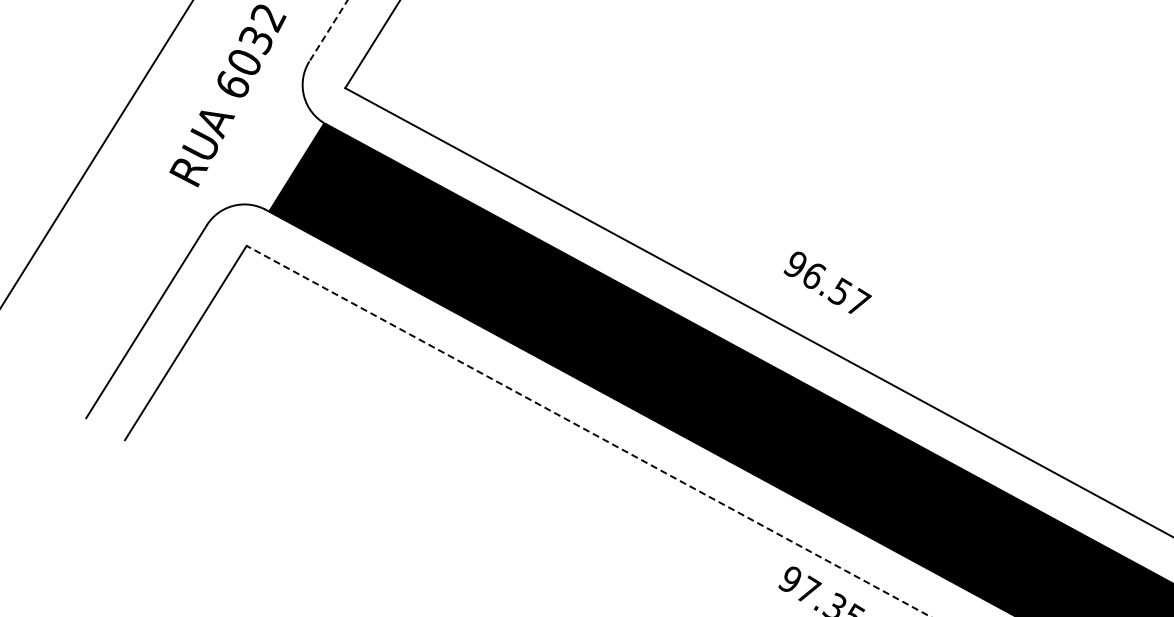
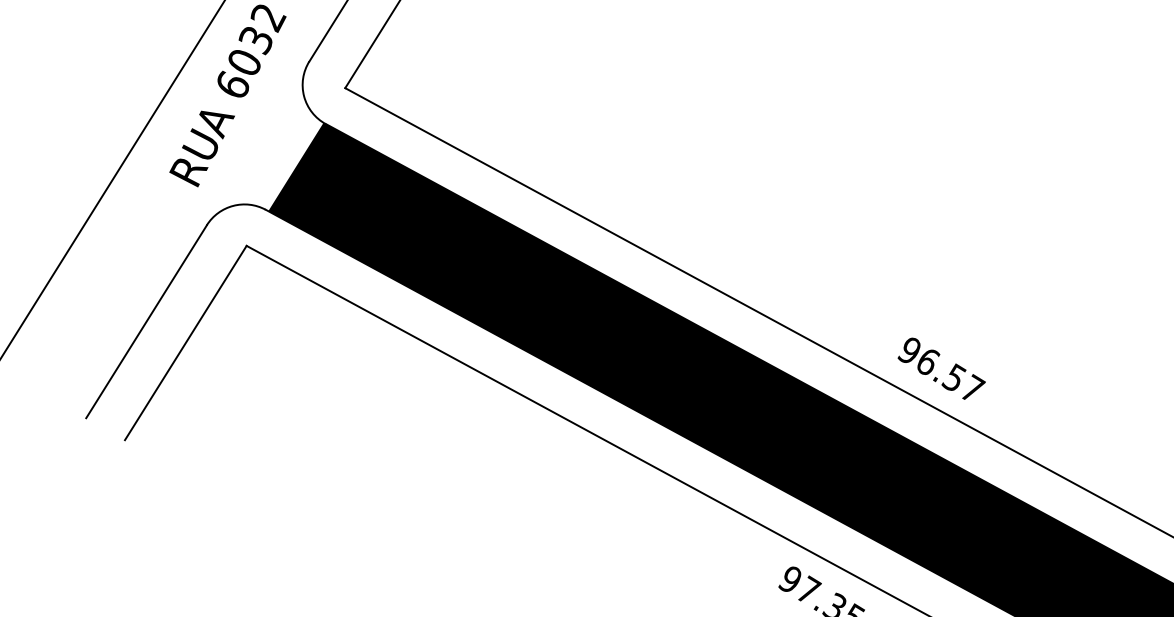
line at (328, 30): dashed -> solid
line at (96, 153) position: (96, 153) -> (112, 179)
text at (827, 282) position: (827, 282) -> (941, 368)
line at (588, 431): dashed -> solid
